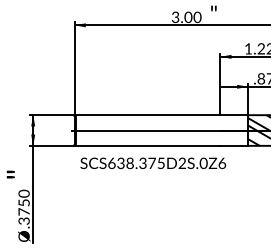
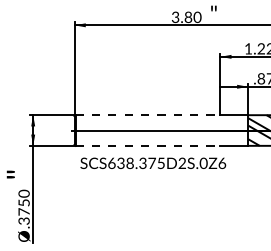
text at (188, 17): 3.00 -> 3.80
line at (148, 115): solid -> dashed
line at (148, 145): solid -> dashed
